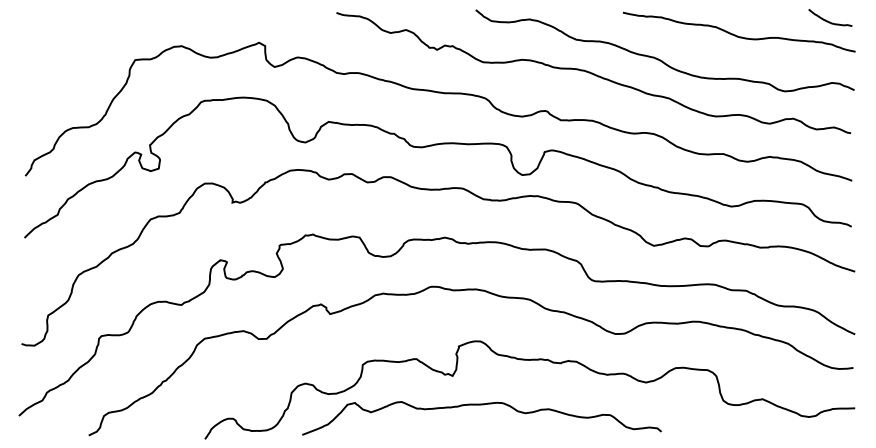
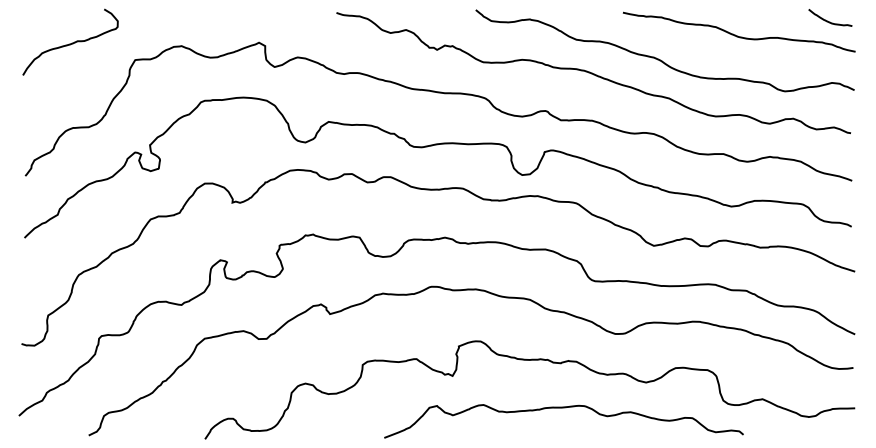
curve at (70, 43): none -> present
curve at (481, 405) position: (481, 405) -> (563, 408)
